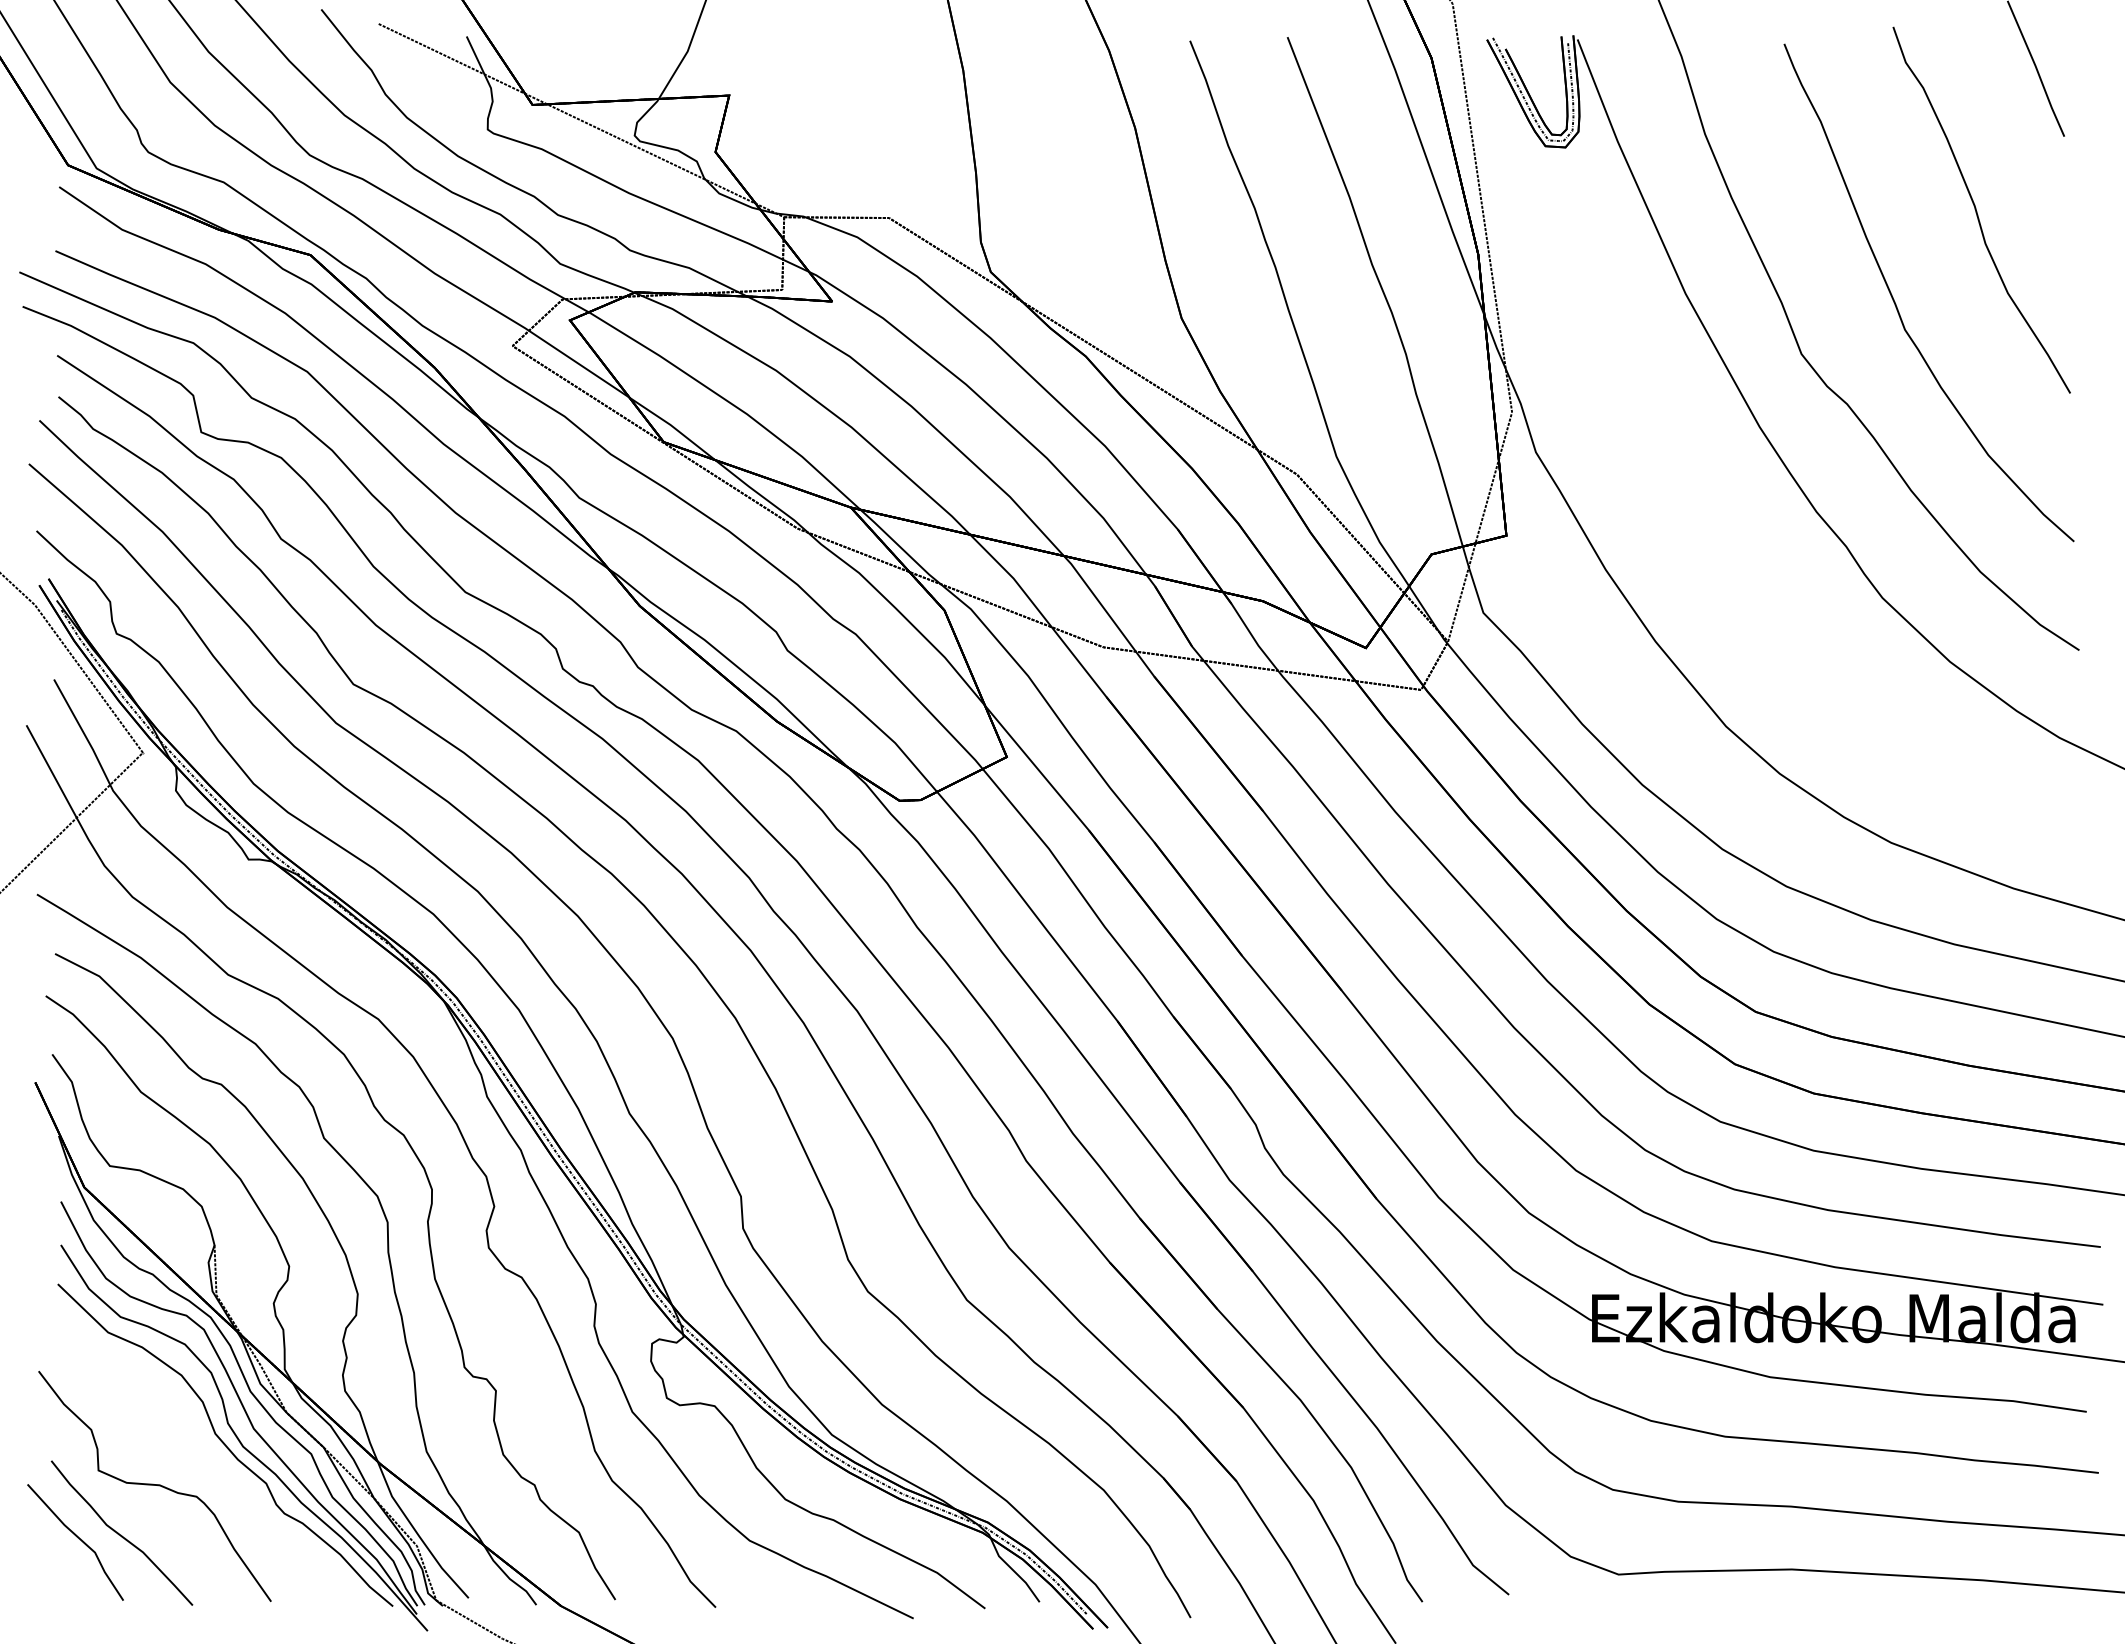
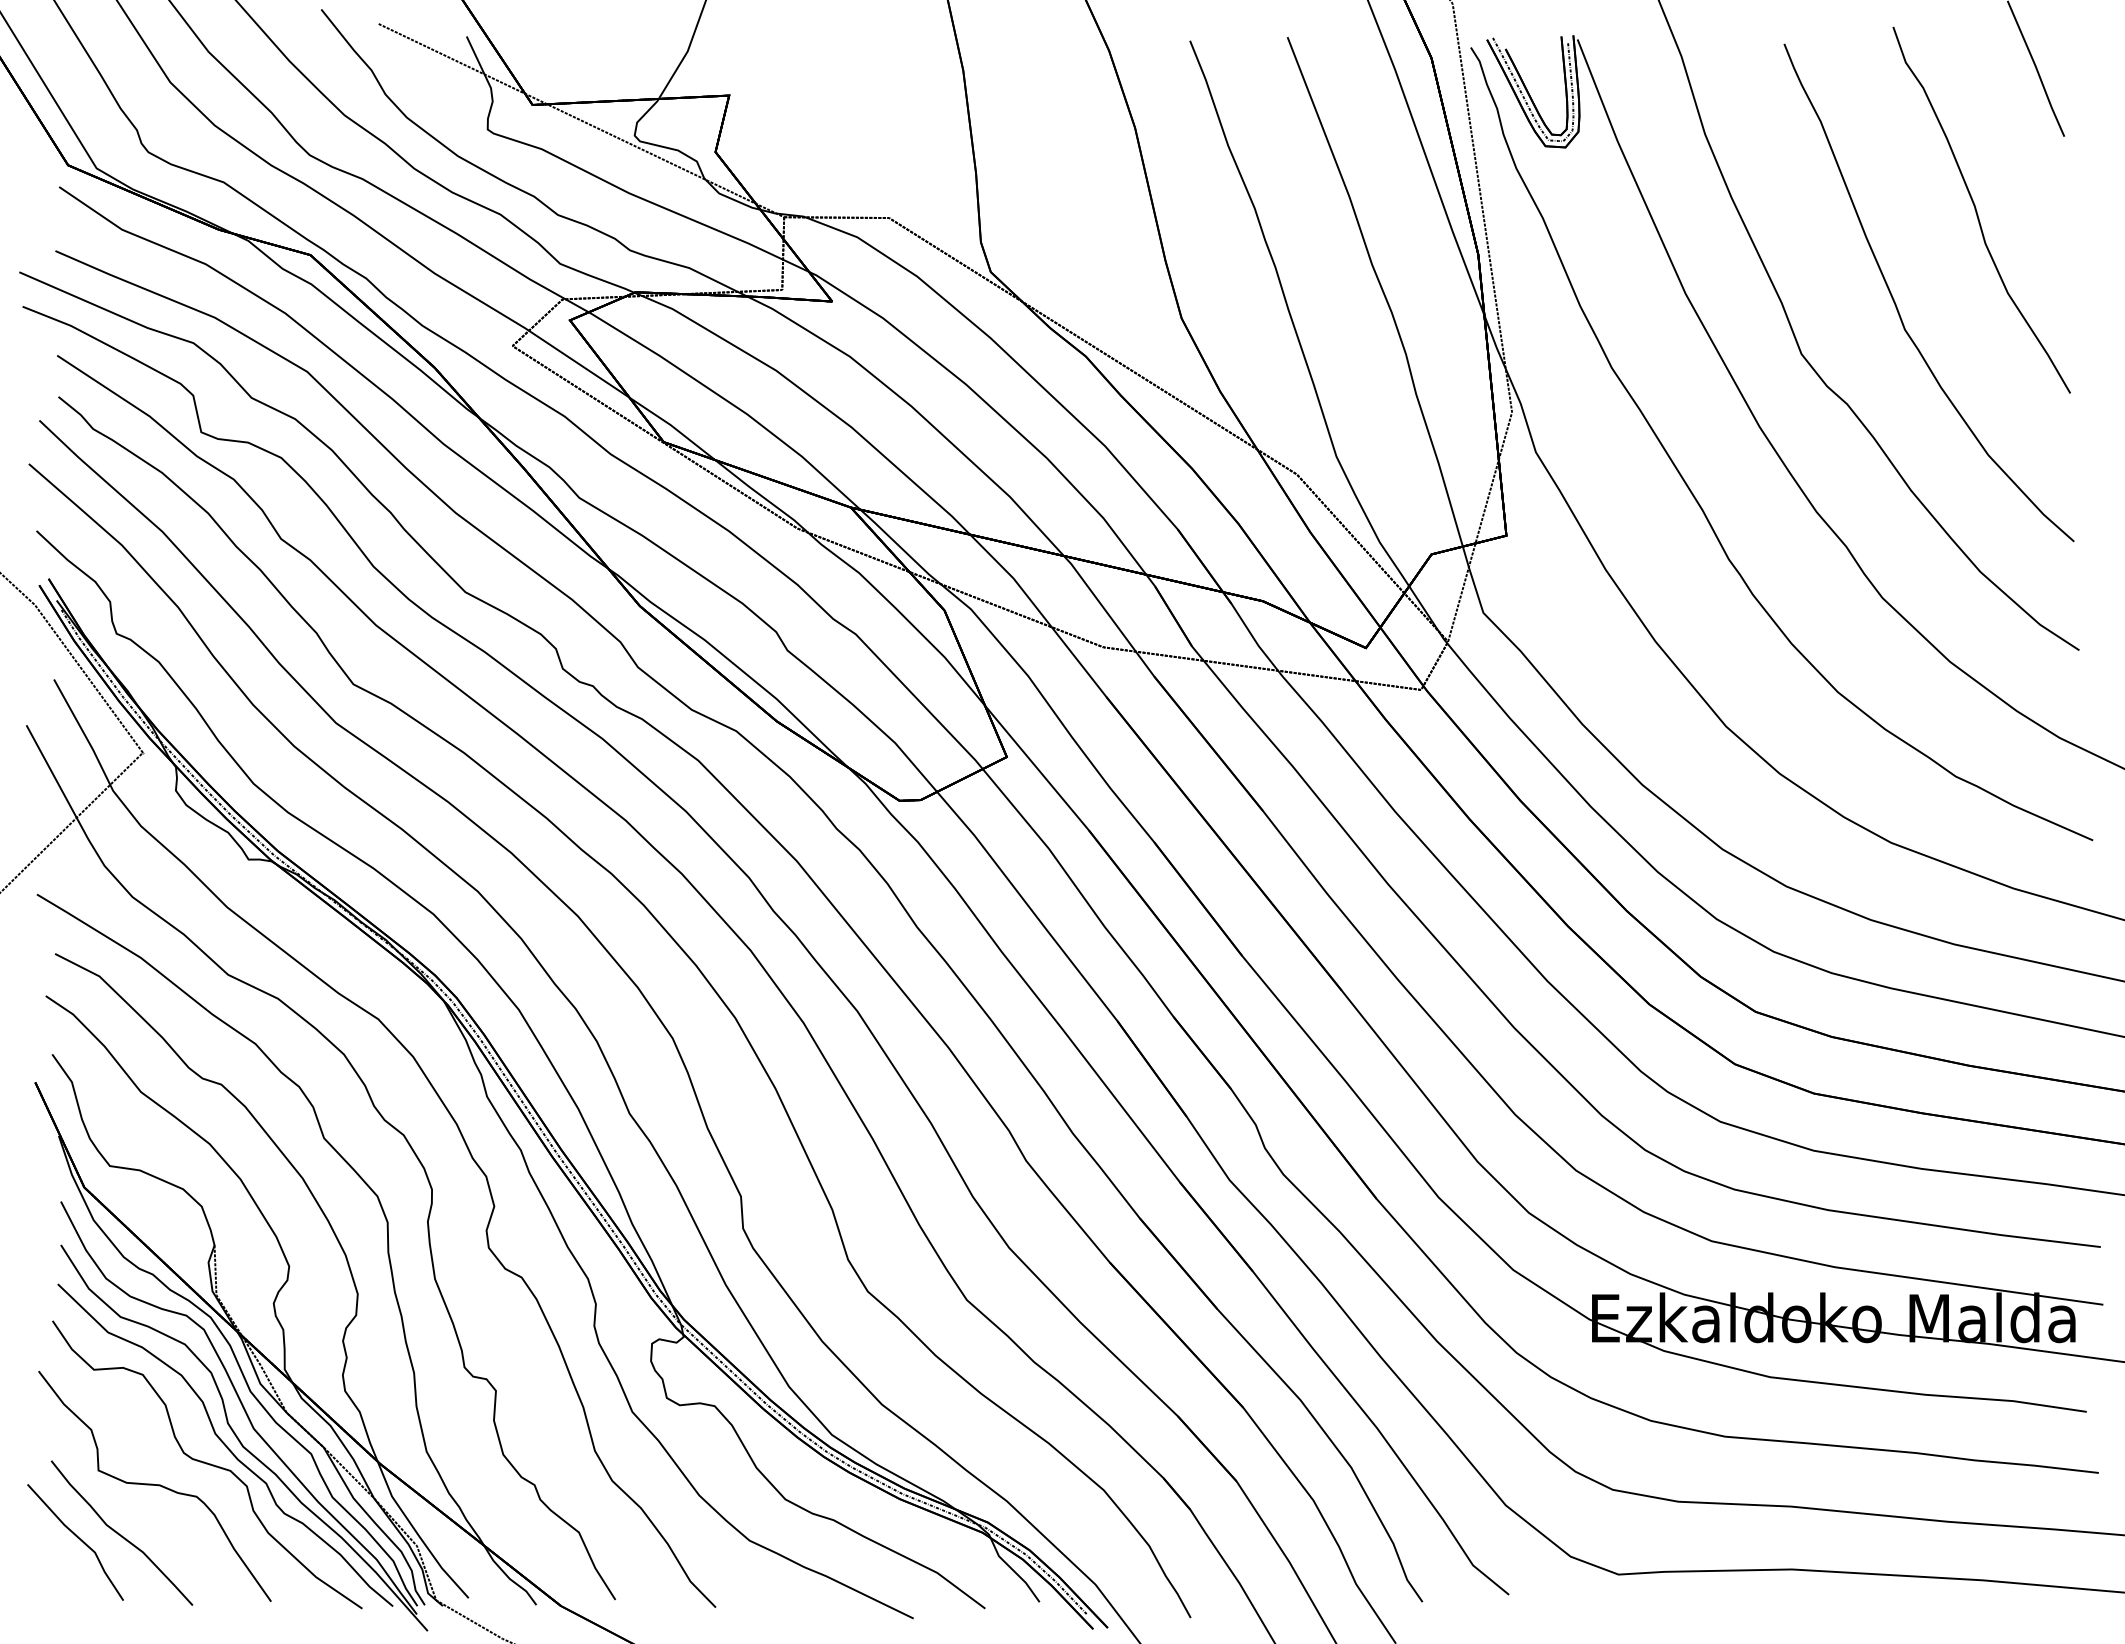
part at (1695, 496): none -> present
part at (207, 1464): none -> present
